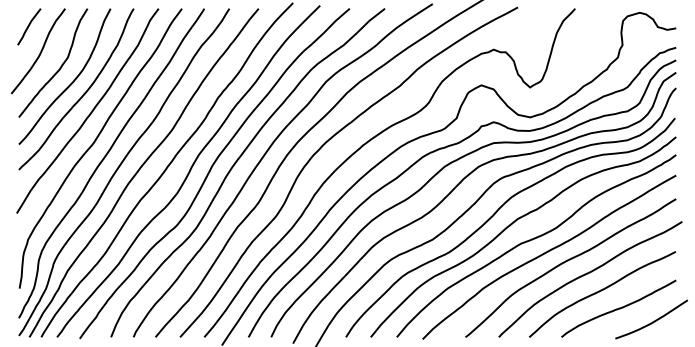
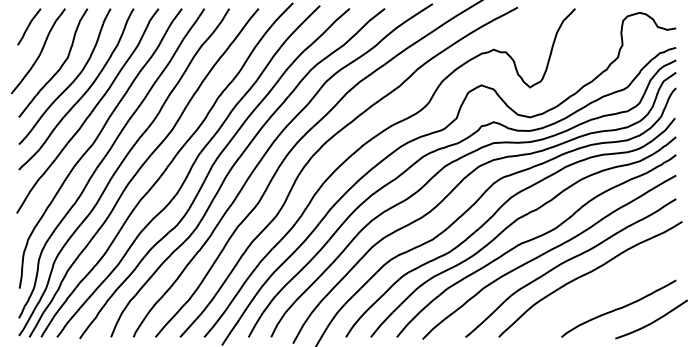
curve at (601, 291): present -> none
